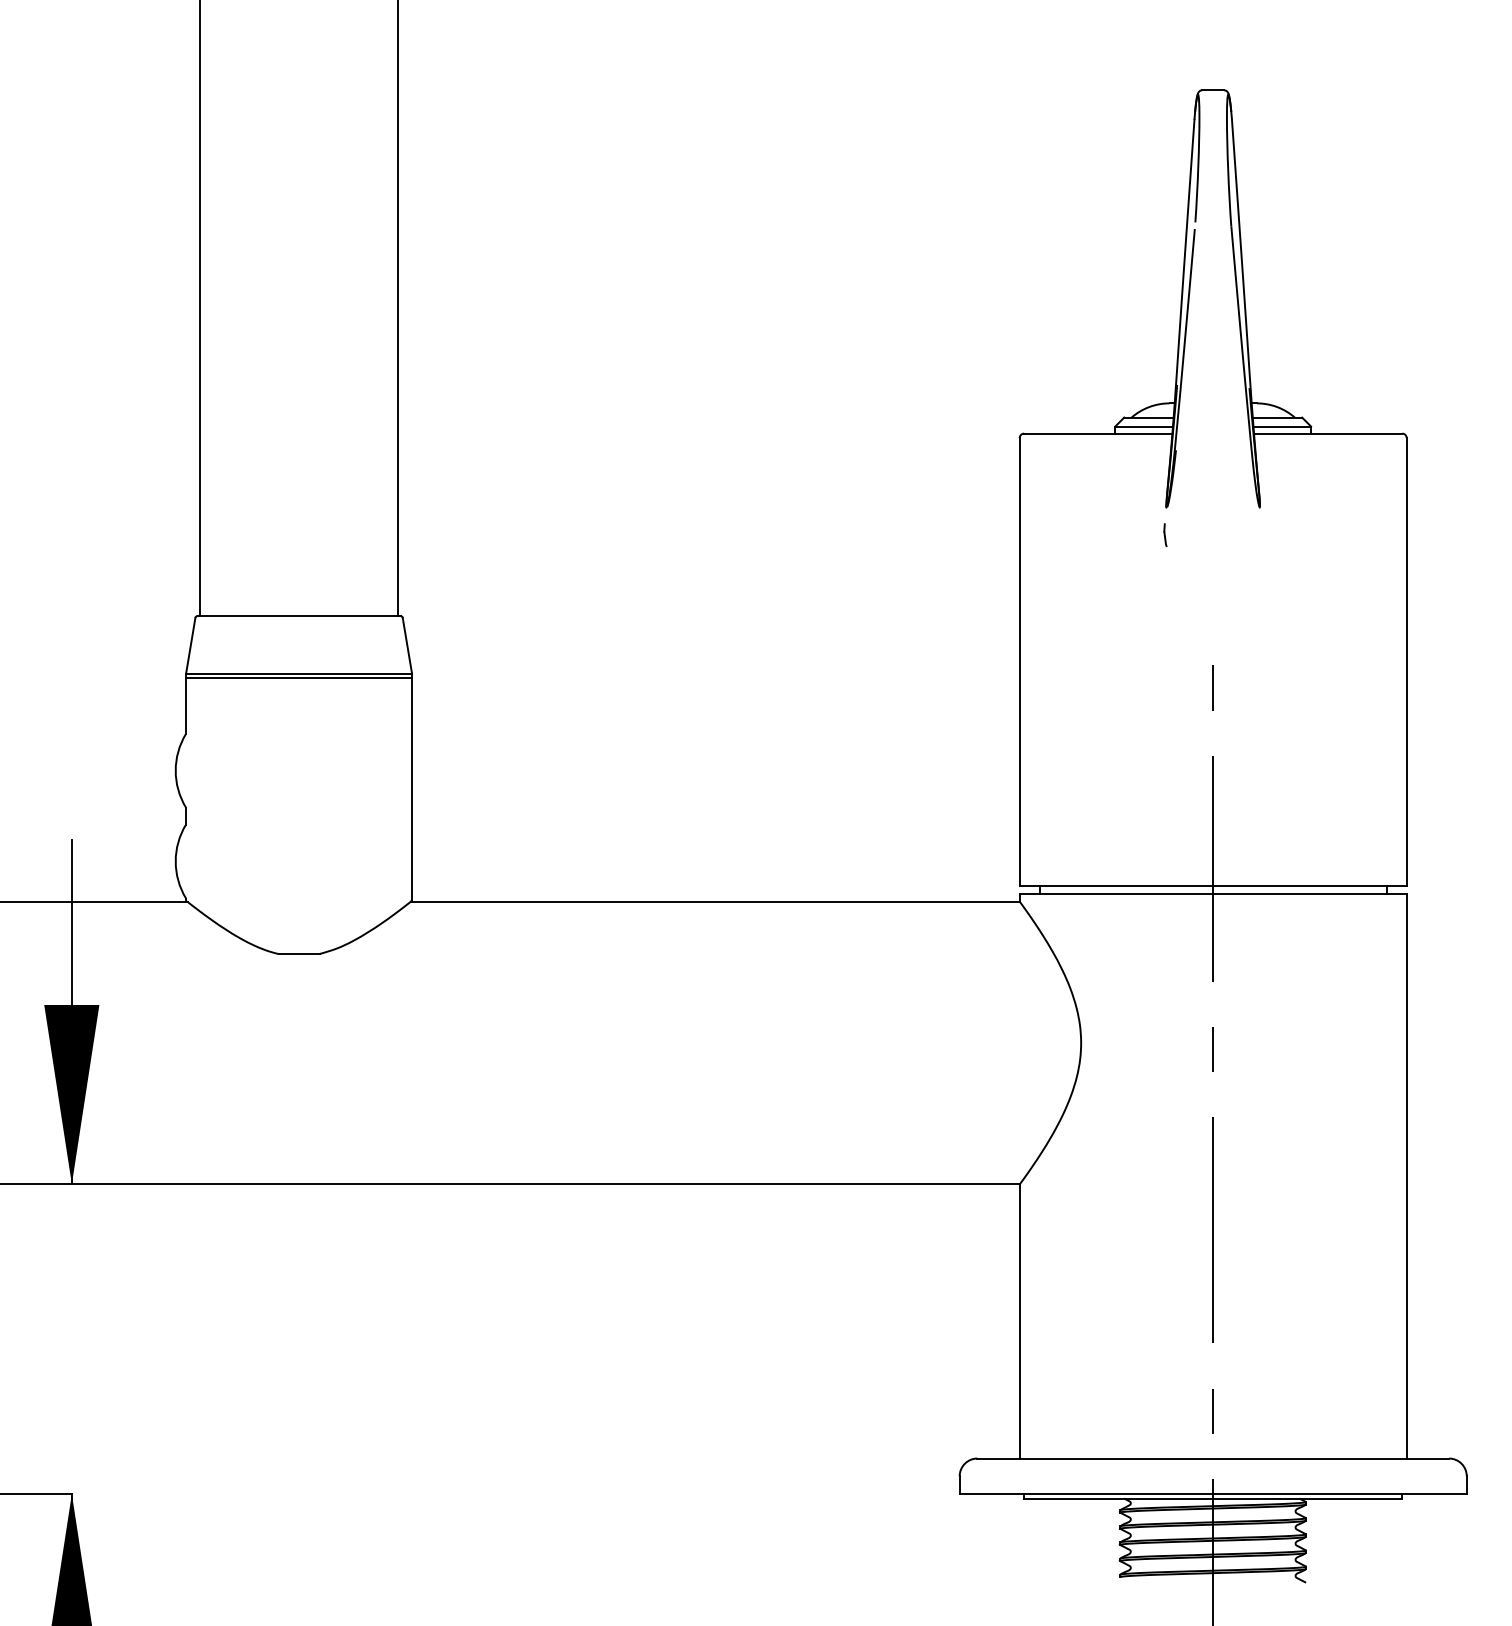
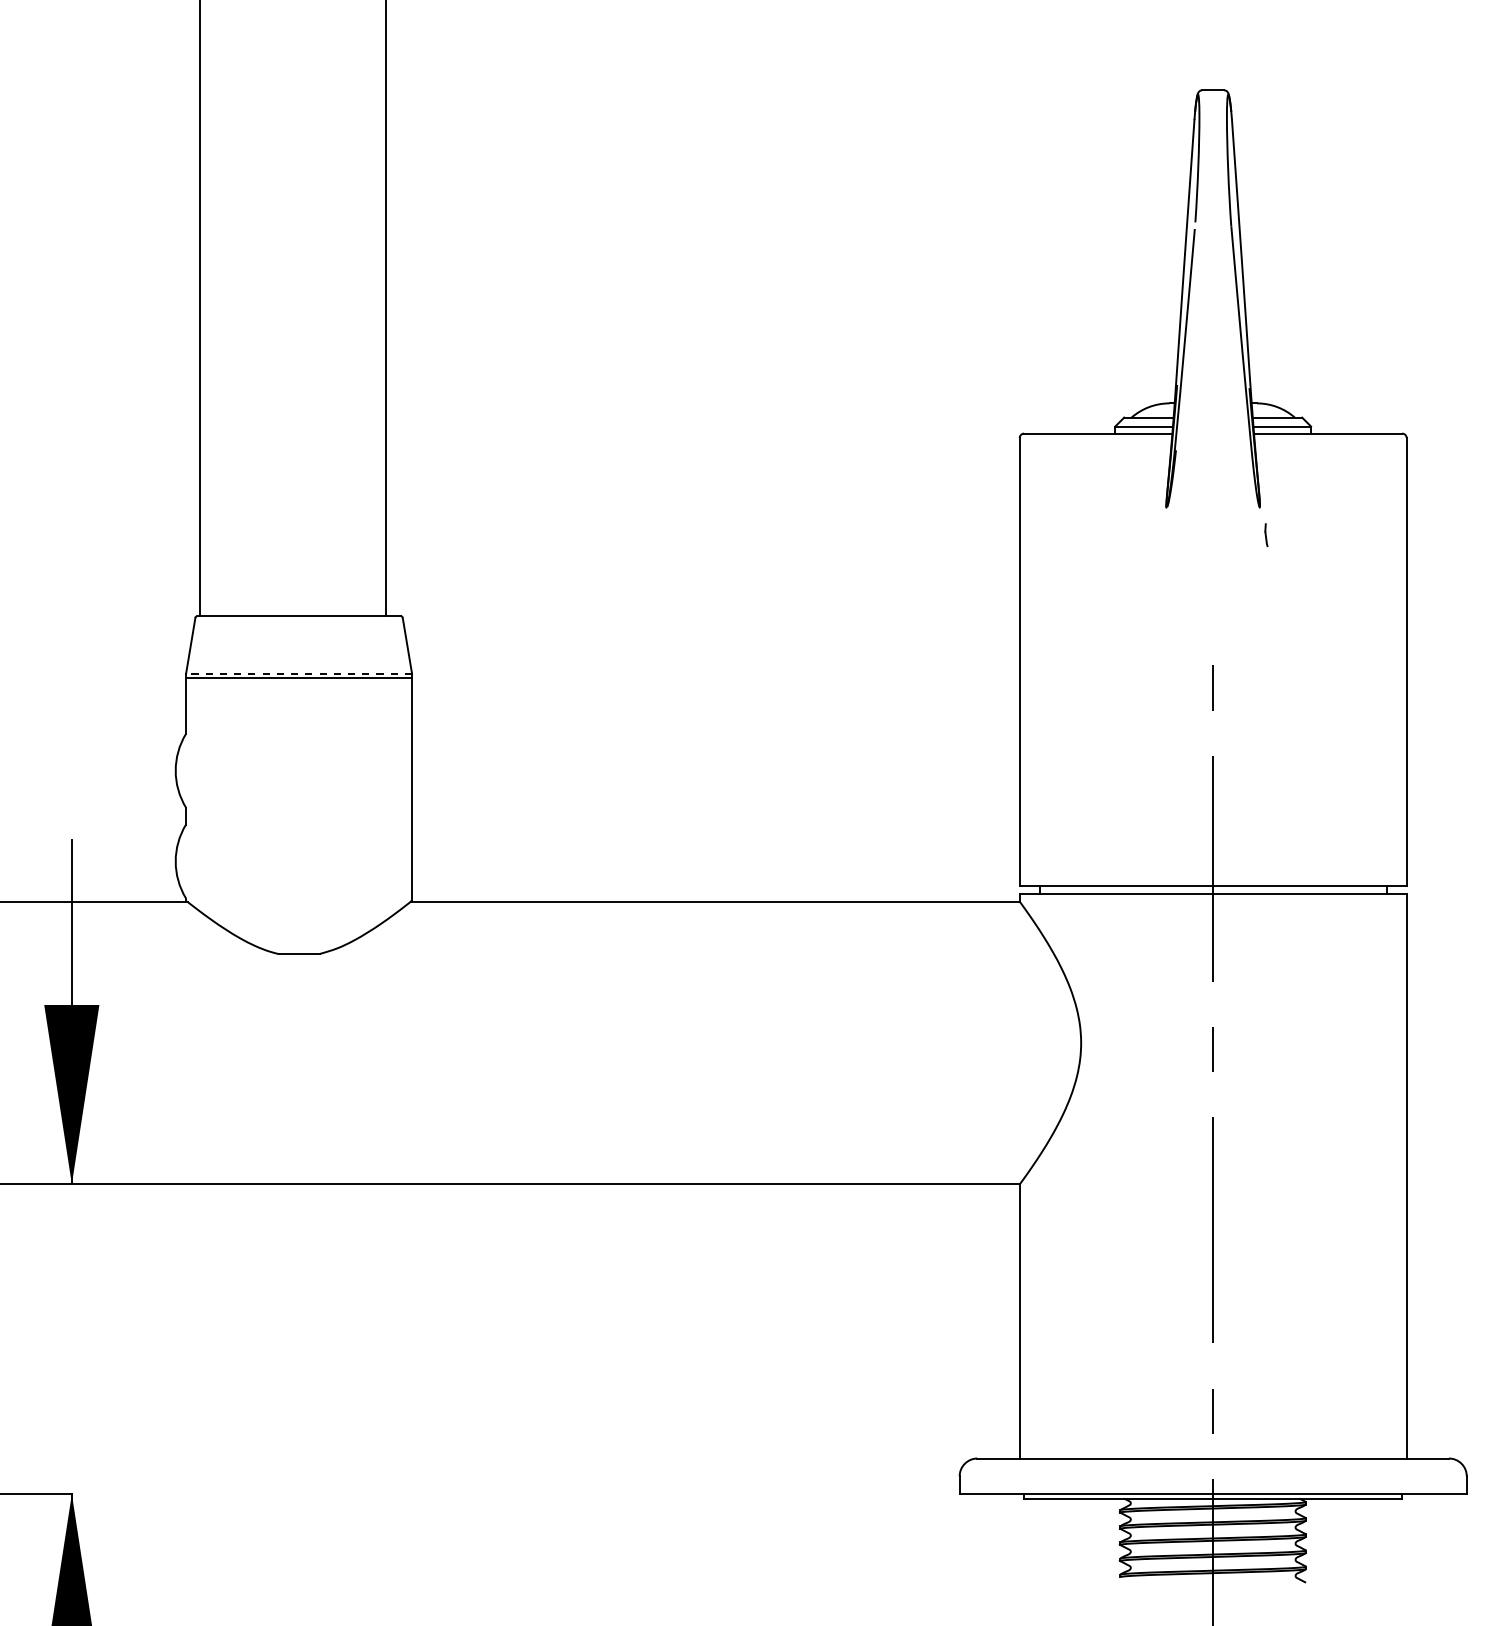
line at (397, 308) position: (397, 308) -> (385, 308)
line at (1165, 534) position: (1165, 534) -> (1266, 534)
line at (299, 673): solid -> dashed
